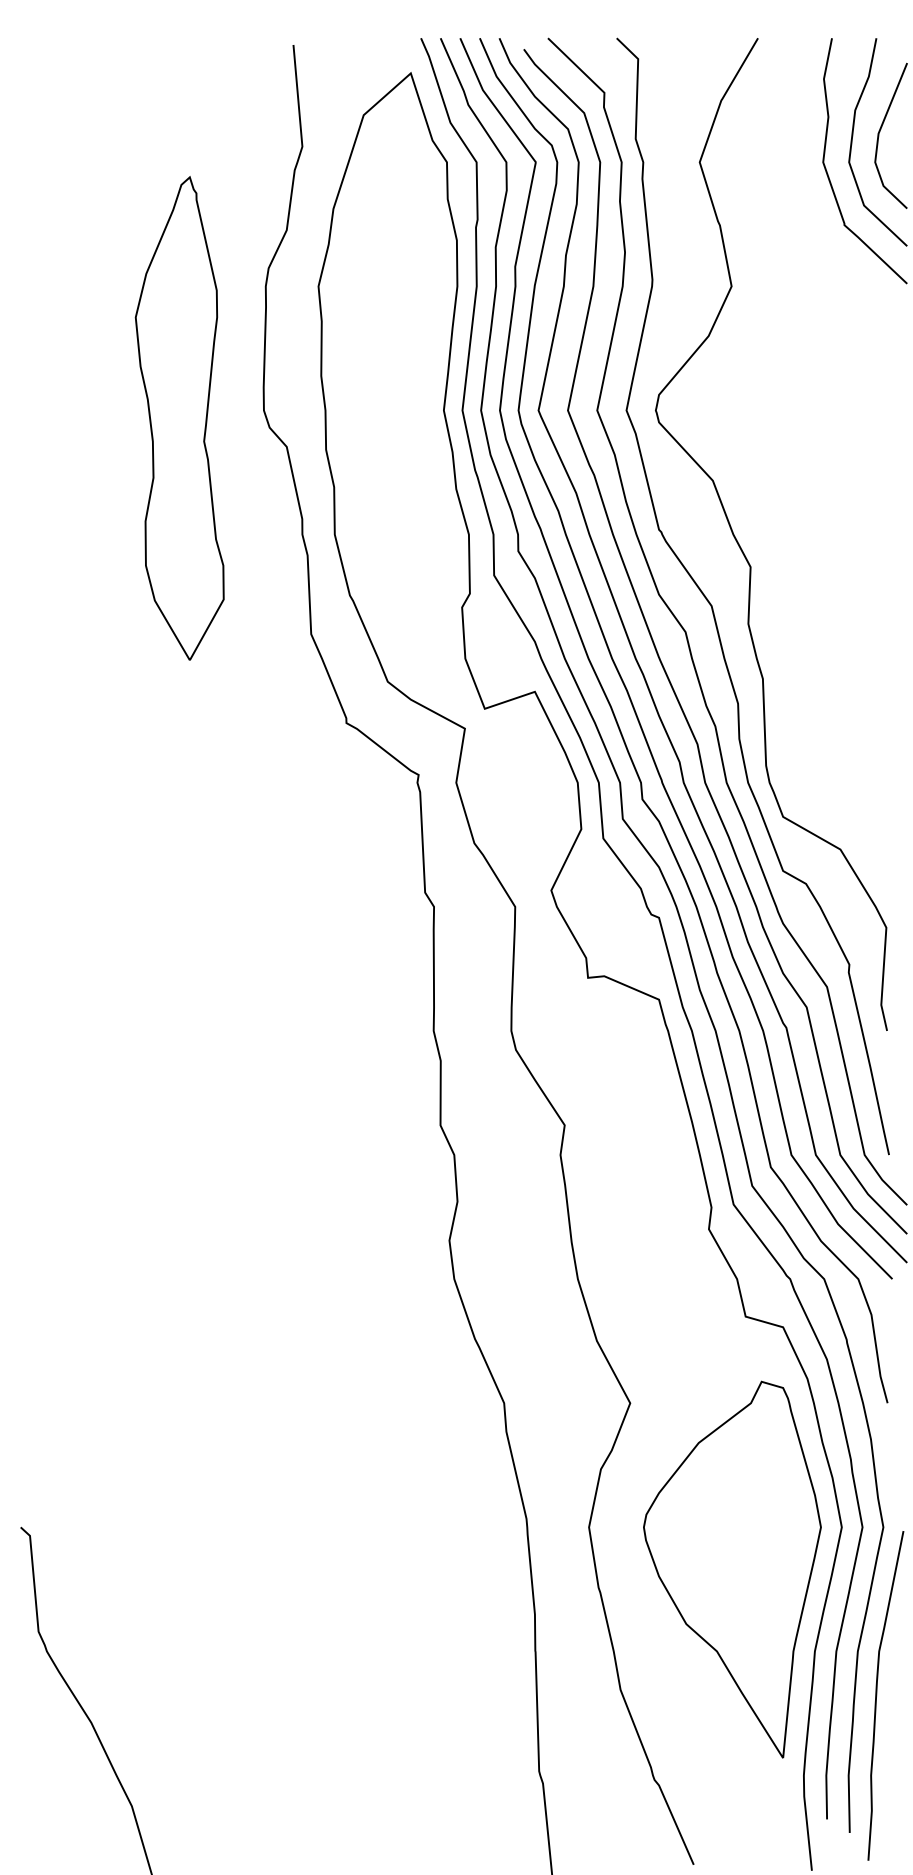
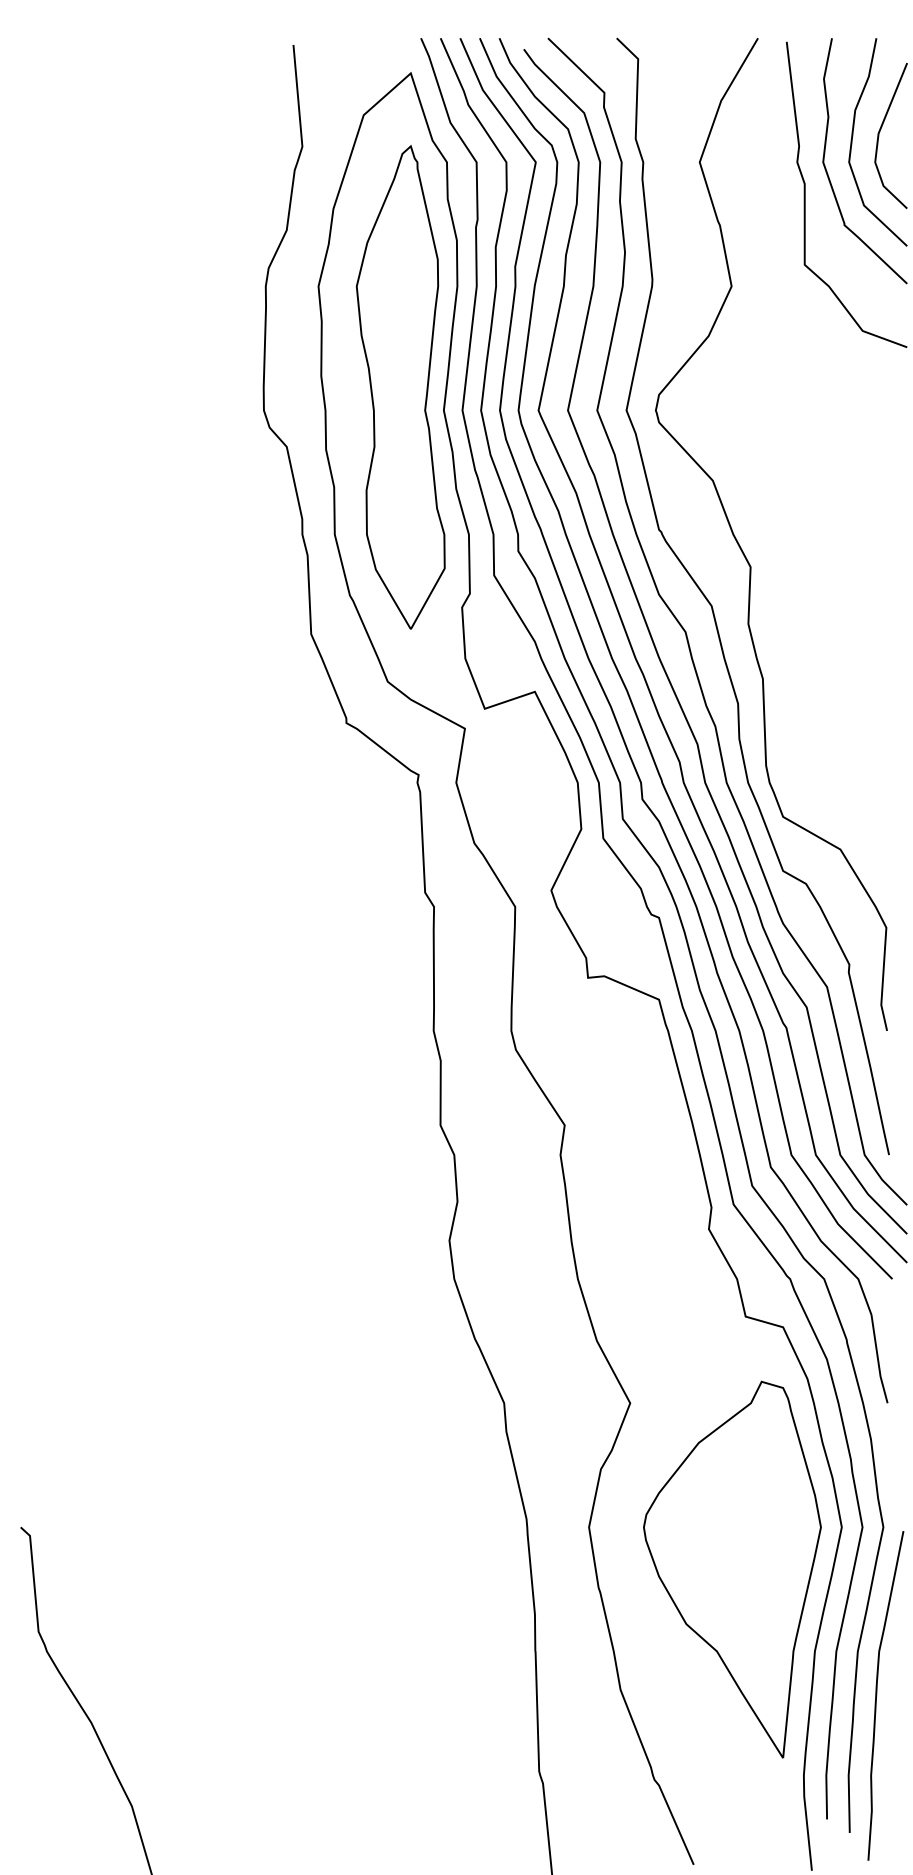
curve at (805, 194): none -> present
part at (179, 418) position: (179, 418) -> (400, 387)
